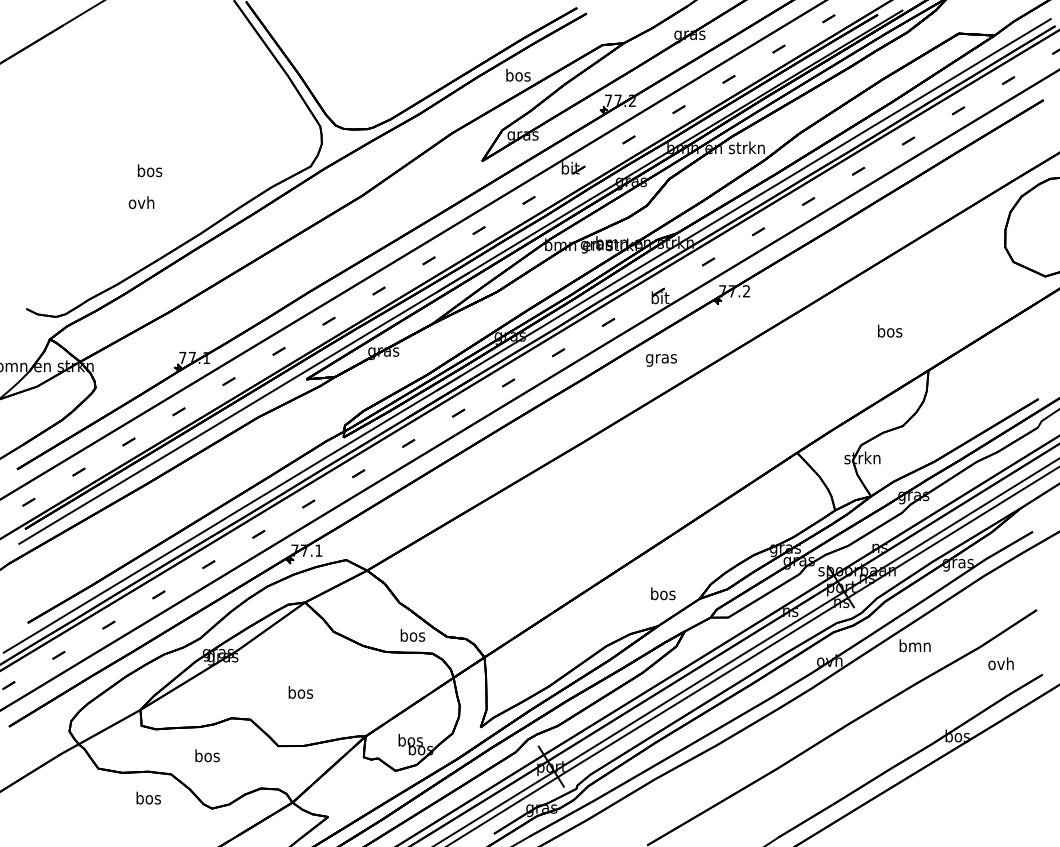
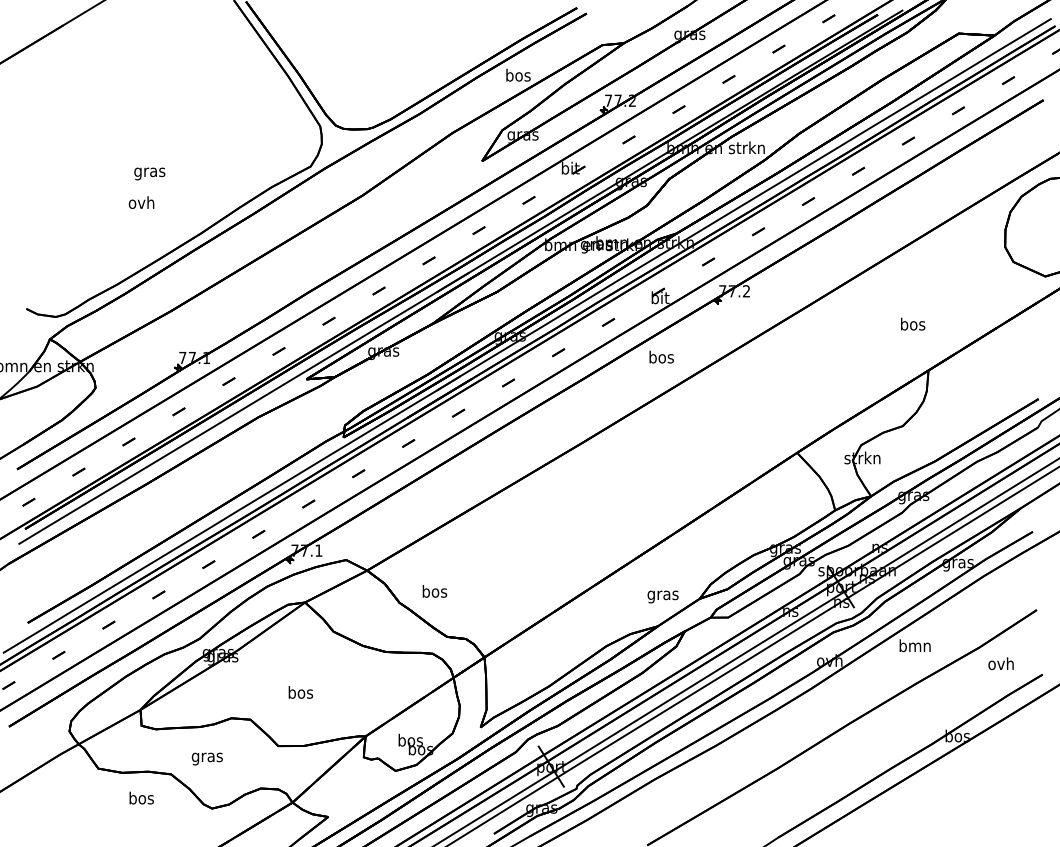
text at (149, 172): bos -> gras
text at (890, 330) position: (890, 330) -> (913, 323)
text at (661, 358): gras -> bos
text at (662, 595): bos -> gras
text at (412, 635) position: (412, 635) -> (434, 591)
text at (206, 757): bos -> gras
text at (148, 797) position: (148, 797) -> (141, 797)
